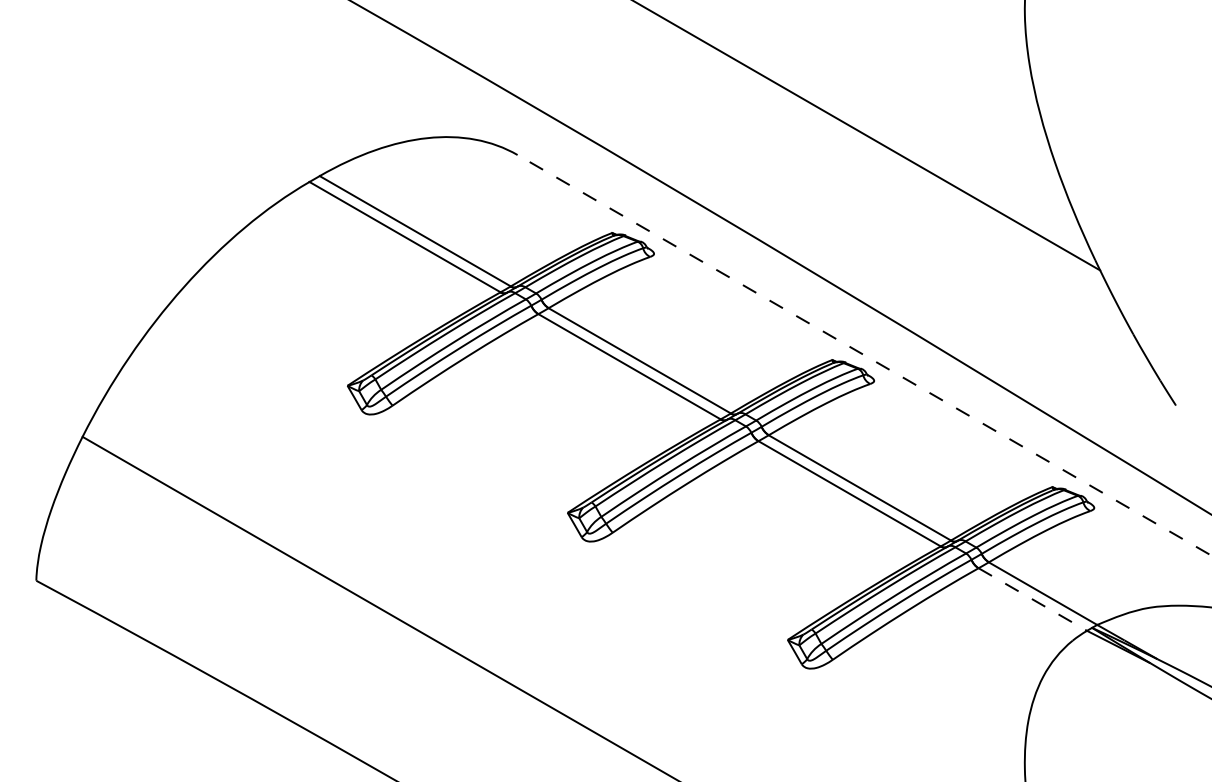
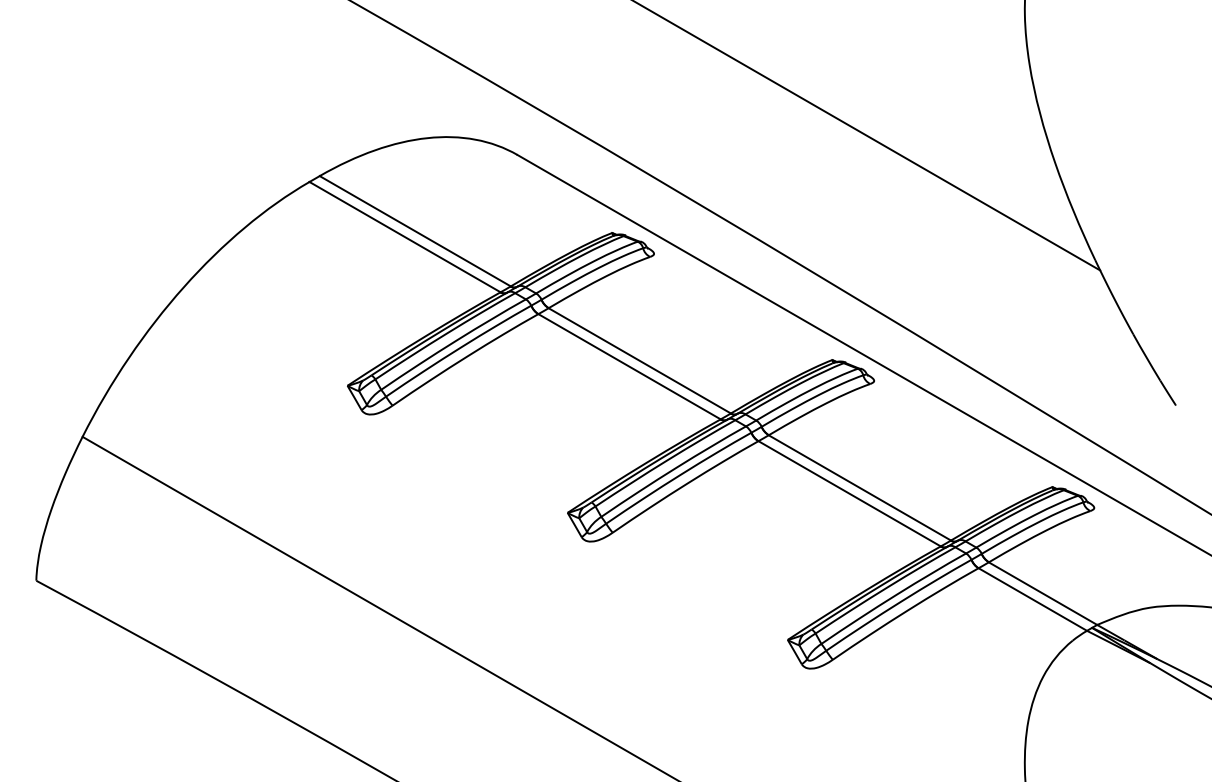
line at (864, 355): dashed -> solid
line at (1032, 599): dashed -> solid
